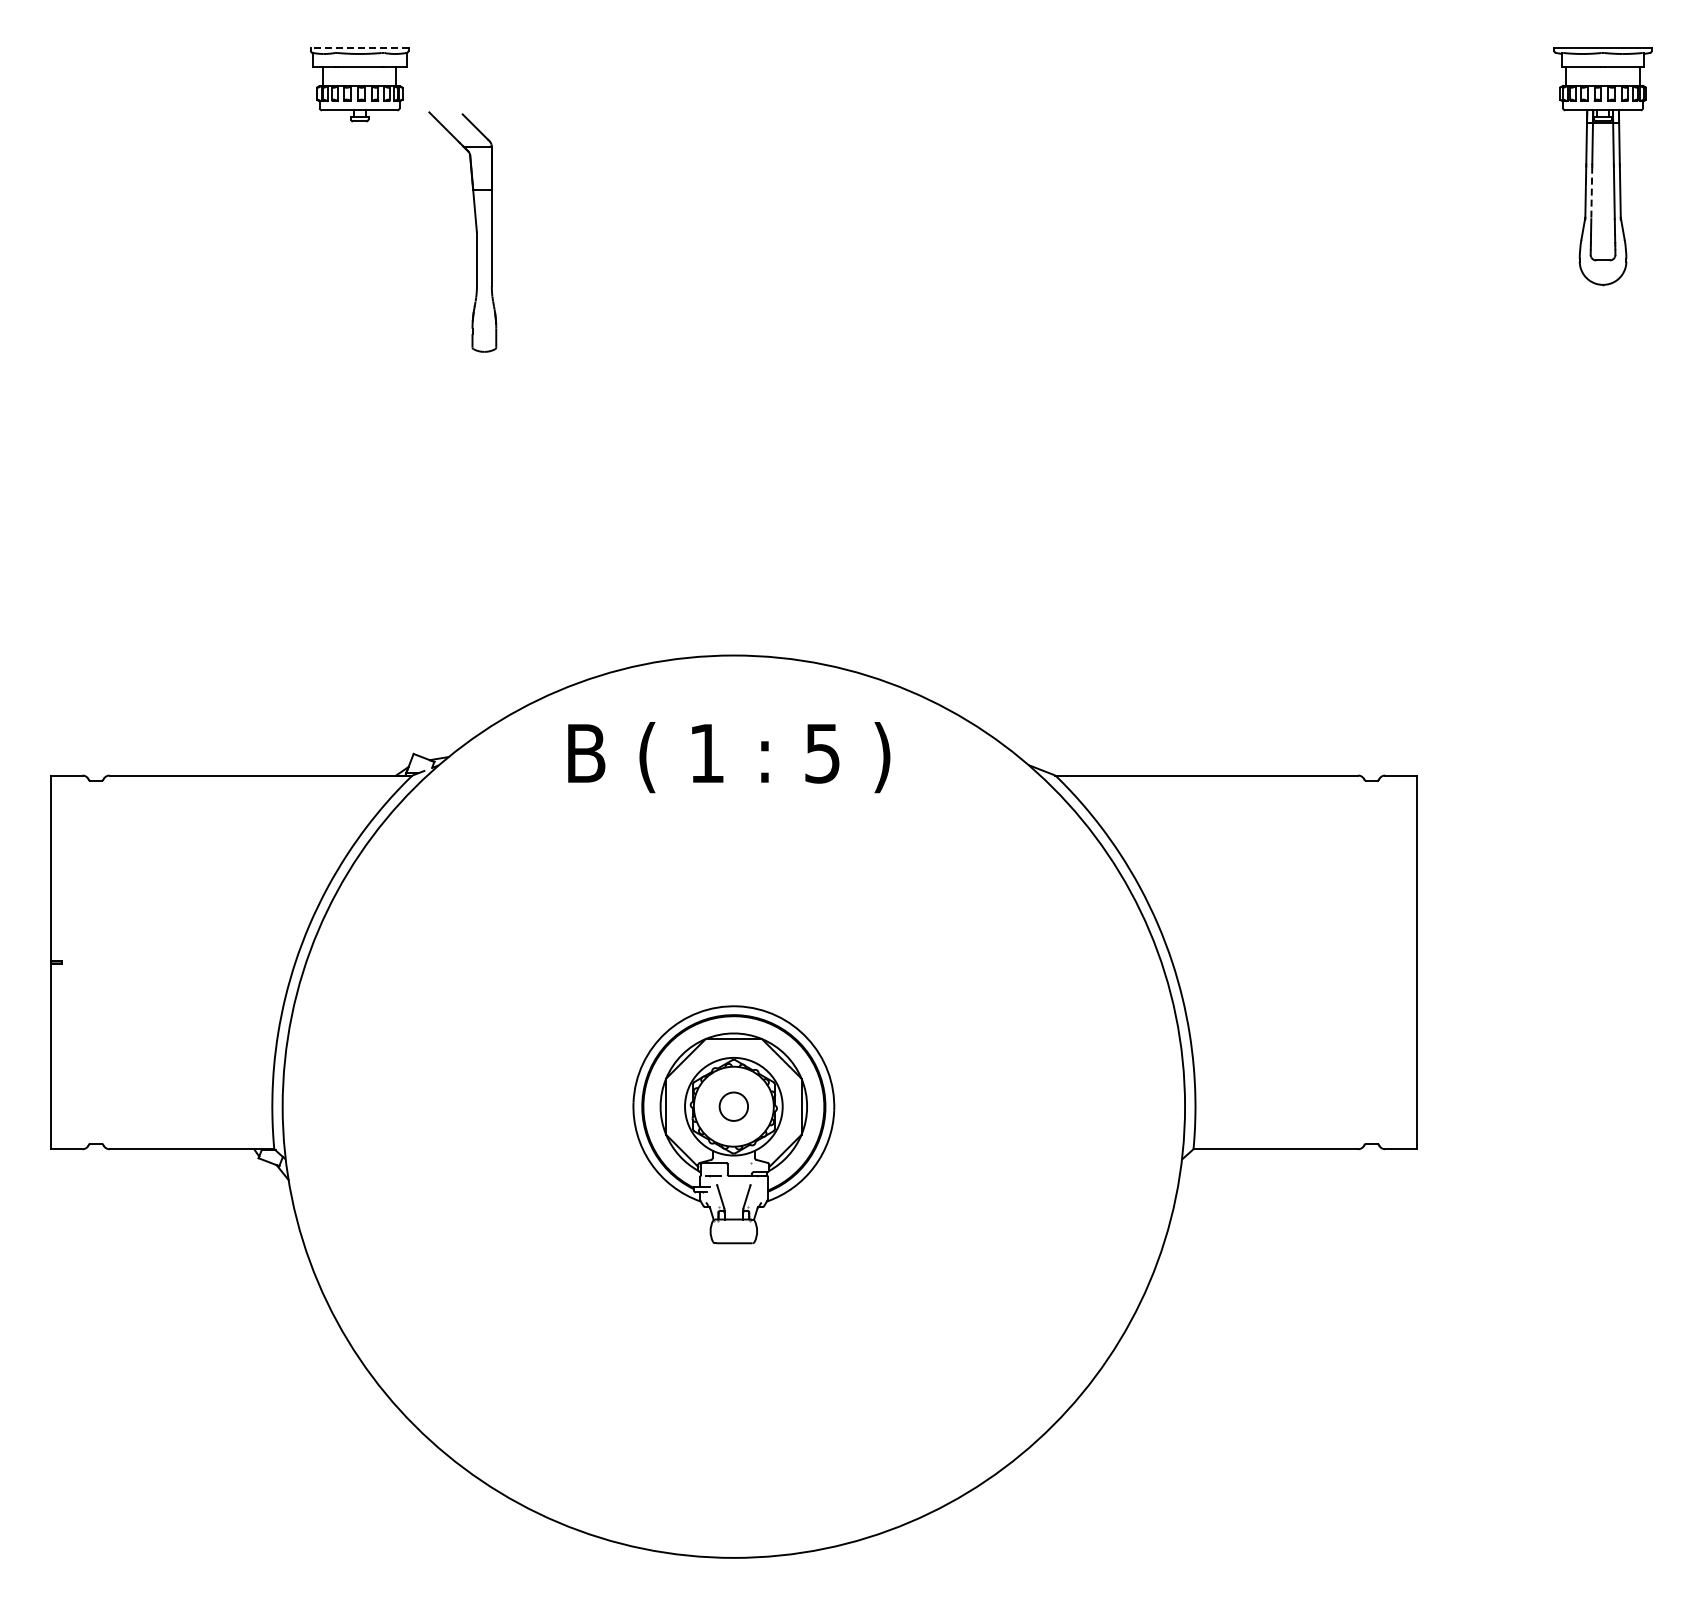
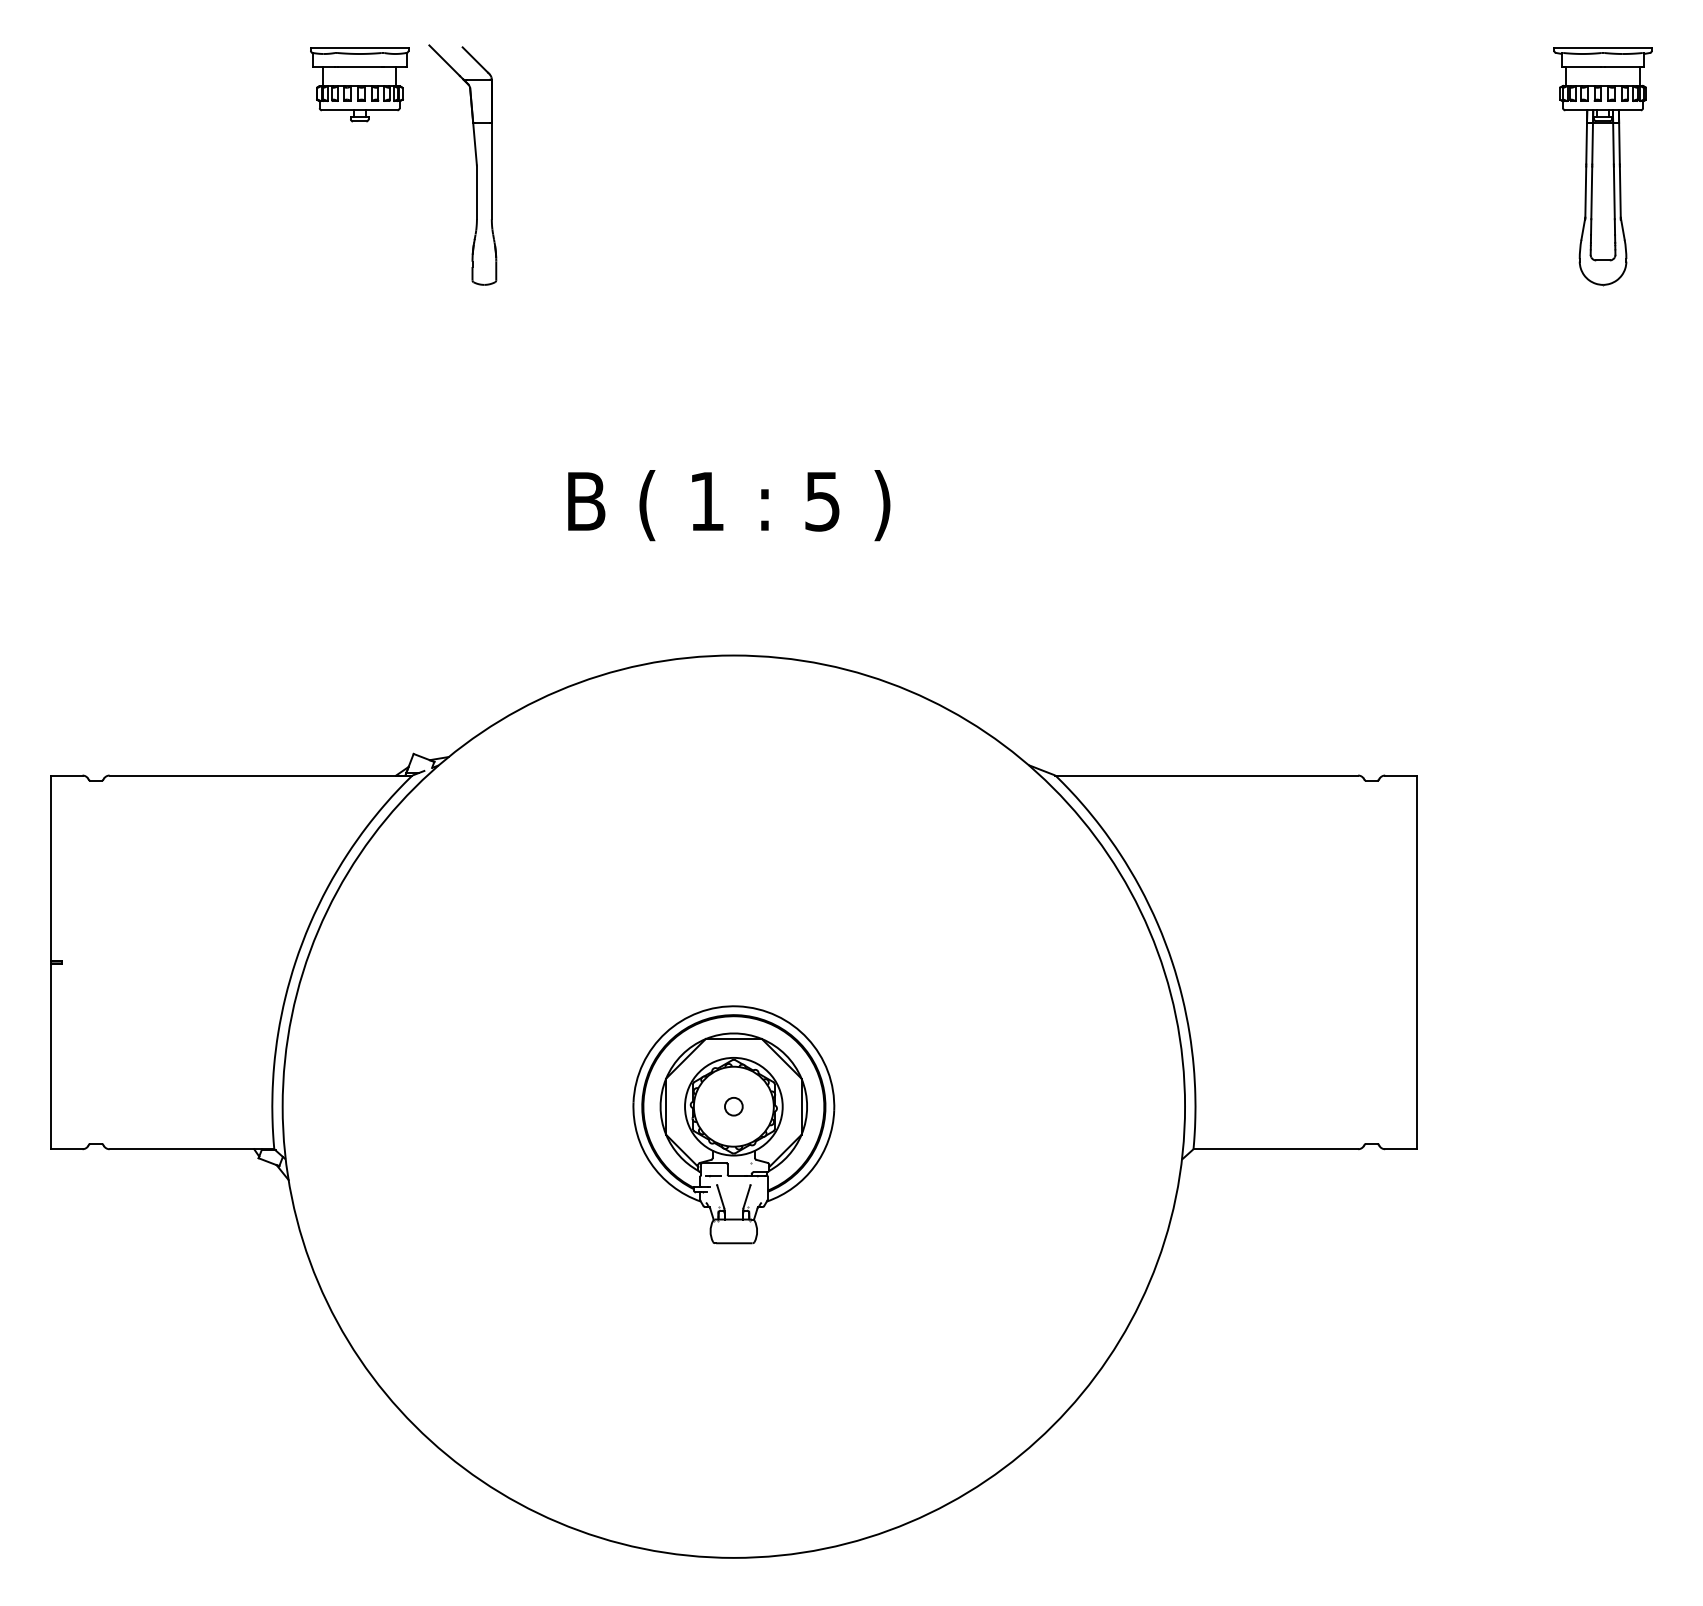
line at (359, 48): dashed -> solid
line at (1591, 193): dashed -> solid
part at (475, 231) position: (475, 231) -> (475, 164)
text at (729, 757) position: (729, 757) -> (729, 505)
circle at (733, 1106) diameter: 28 px -> 18 px
